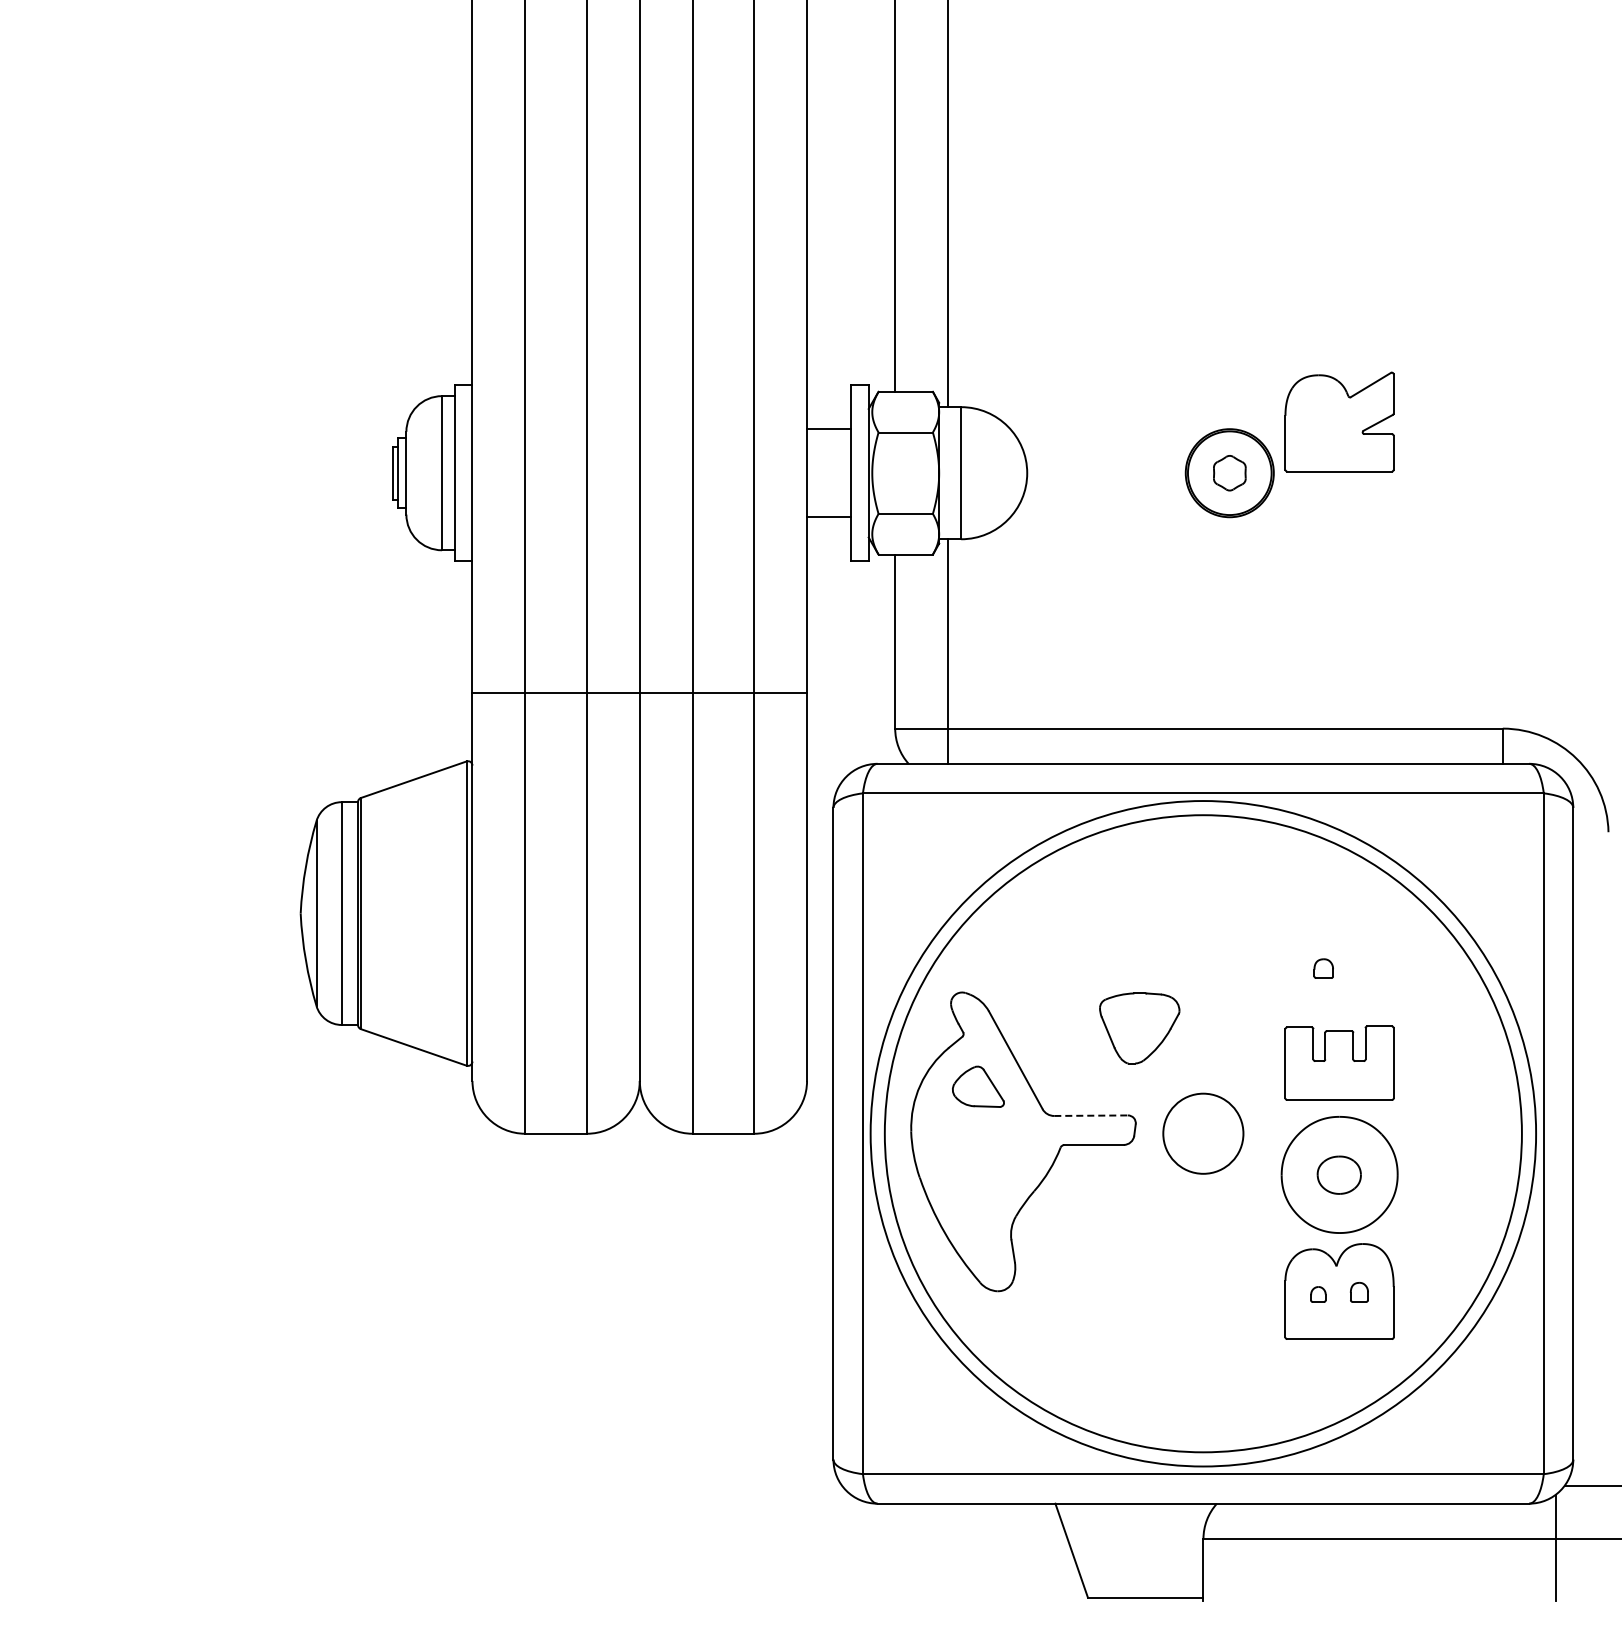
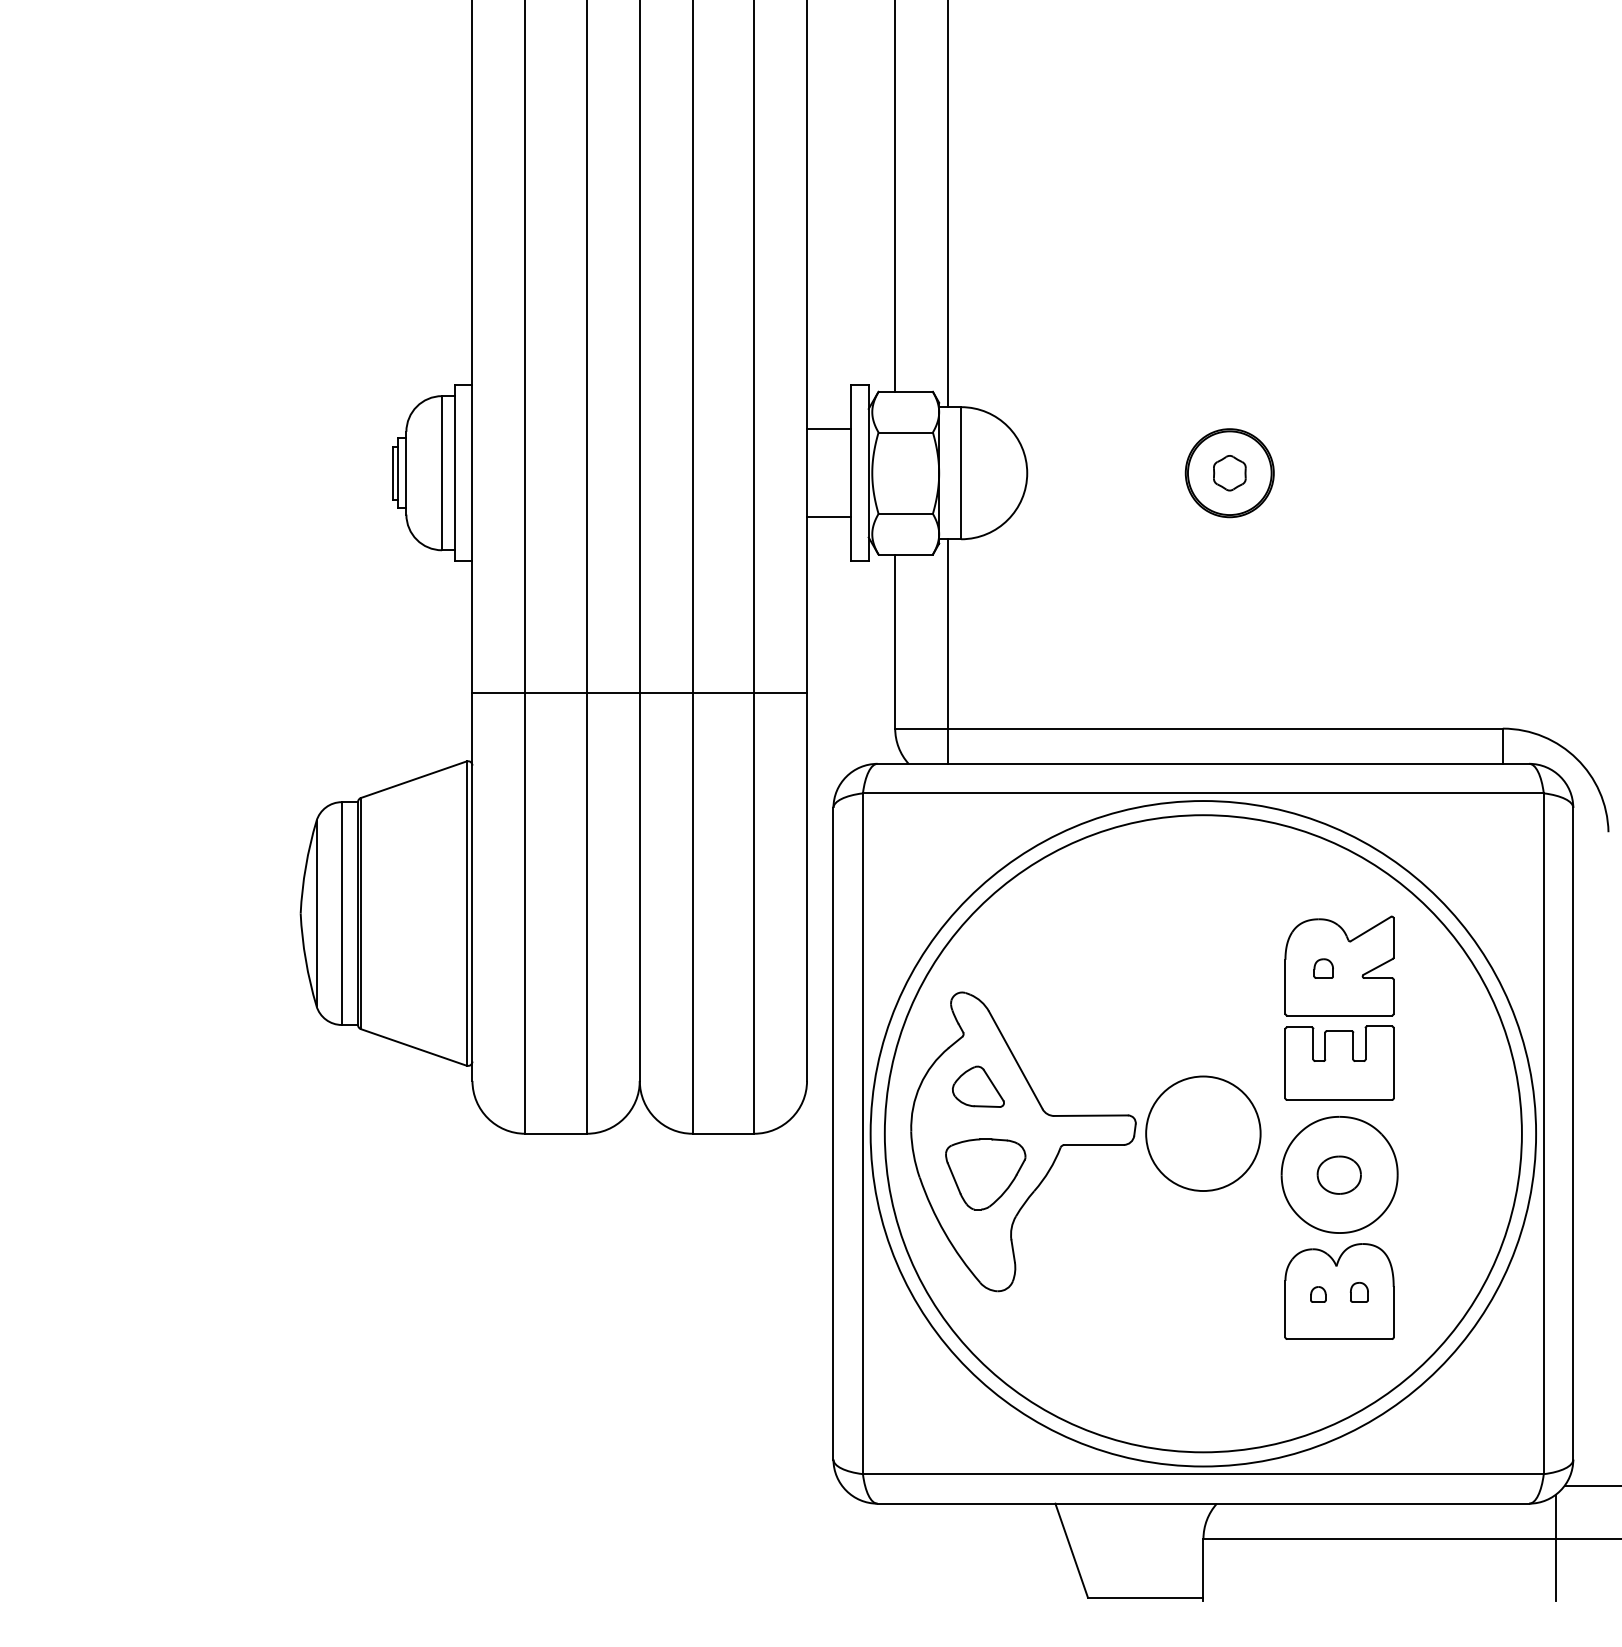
part at (1339, 421) position: (1339, 421) -> (1339, 965)
part at (1139, 1028) position: (1139, 1028) -> (985, 1174)
line at (1091, 1115): dashed -> solid
circle at (1203, 1133) diameter: 80 px -> 114 px
